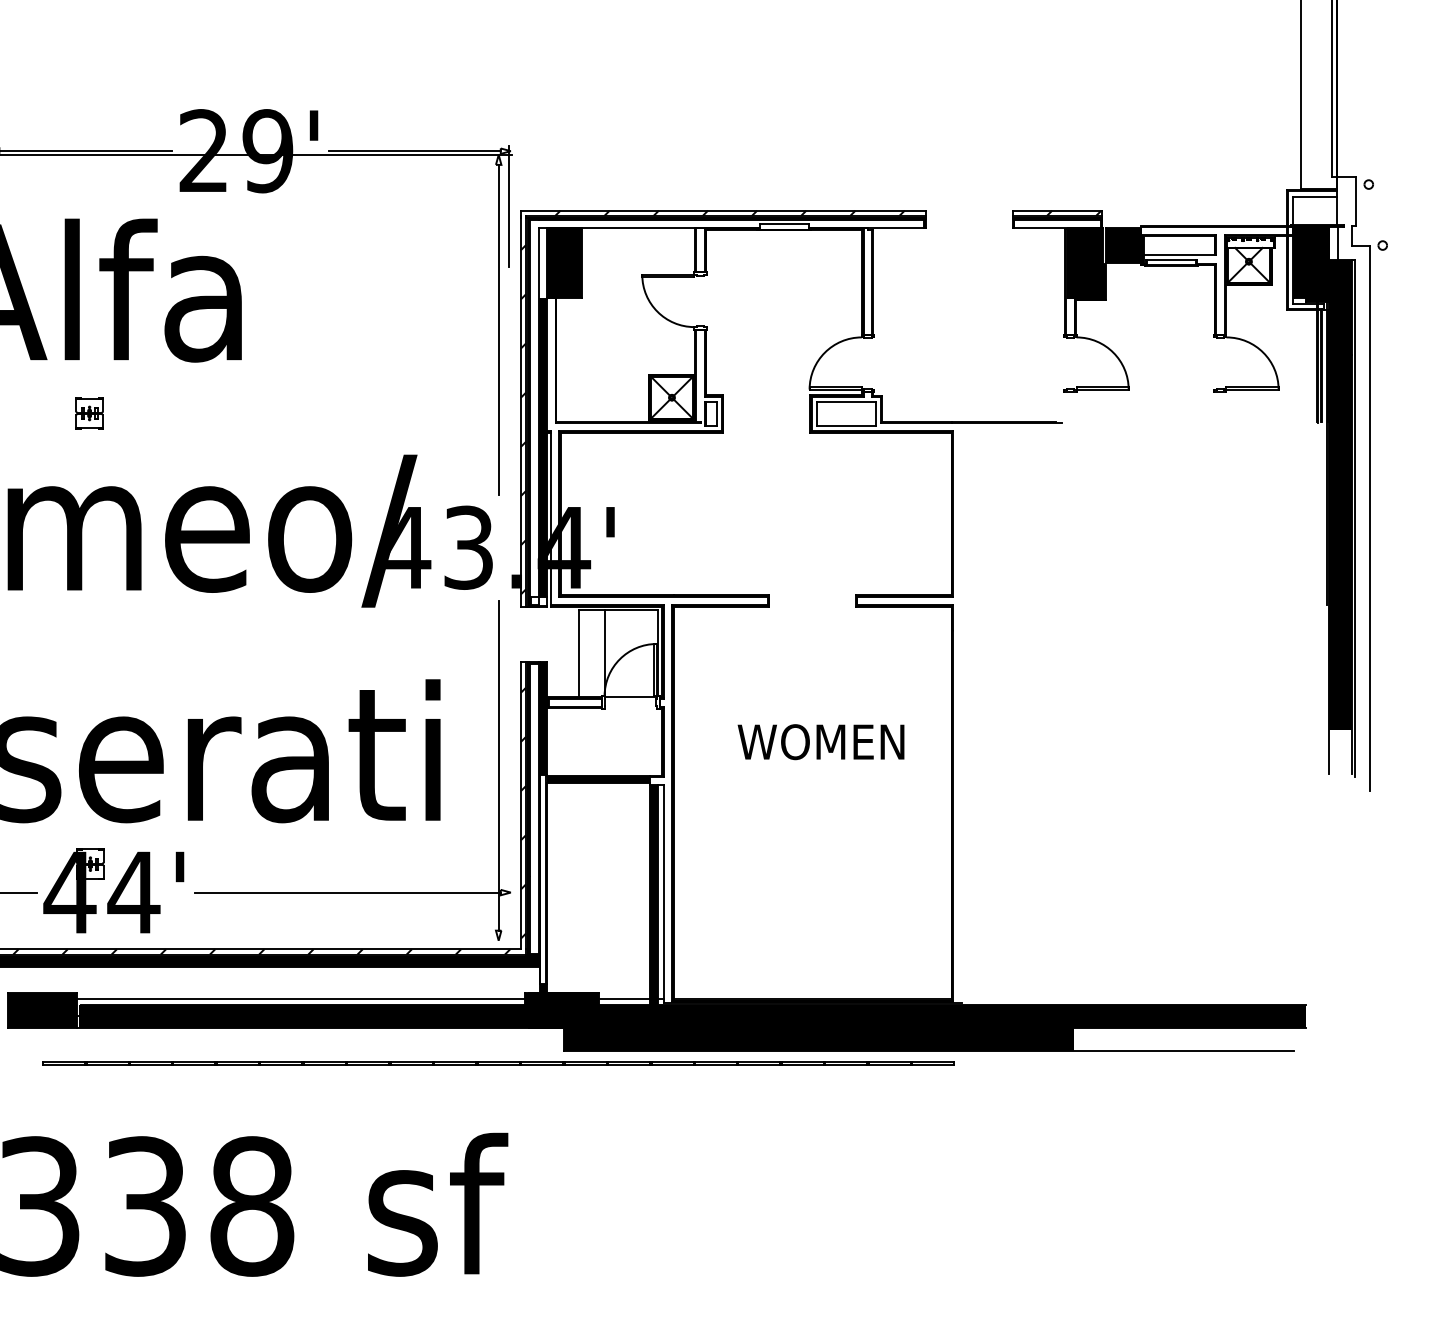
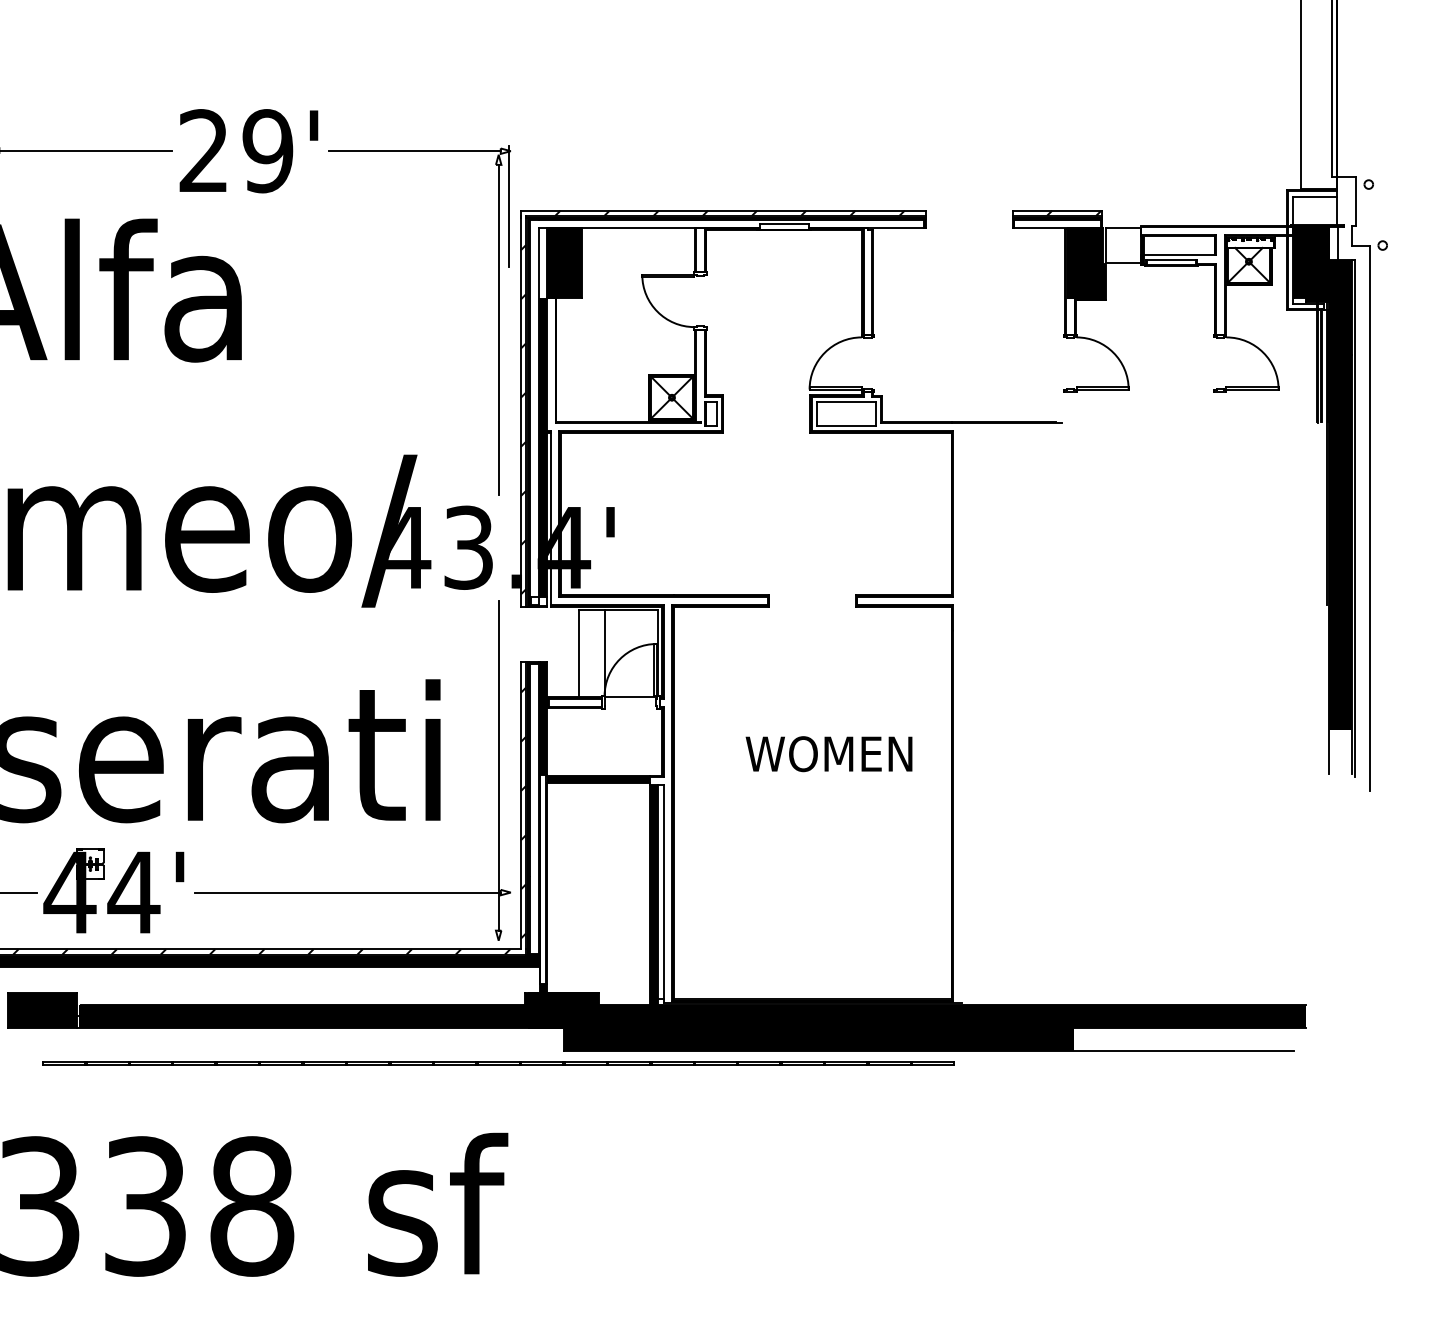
line at (257, 154): present -> none
fill at (1123, 245): present -> none
part at (89, 413): present -> none
text at (820, 742) position: (820, 742) -> (828, 754)
line at (301, 998): present -> none
line at (624, 998): present -> none
